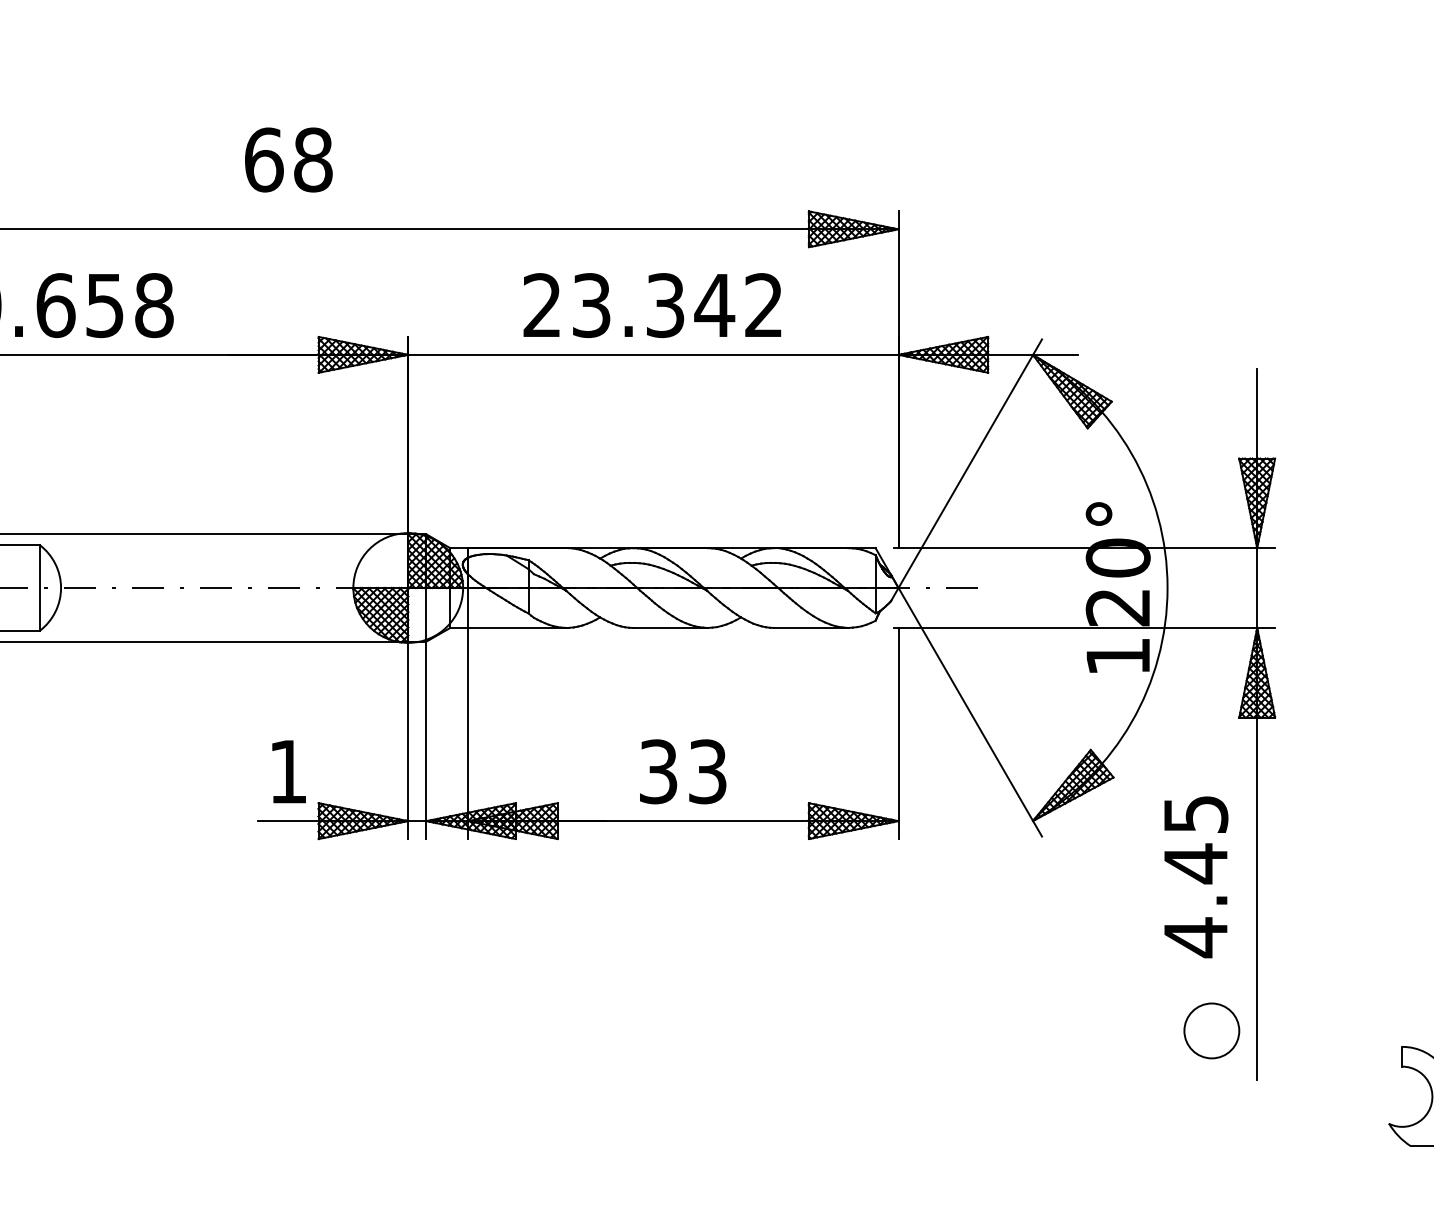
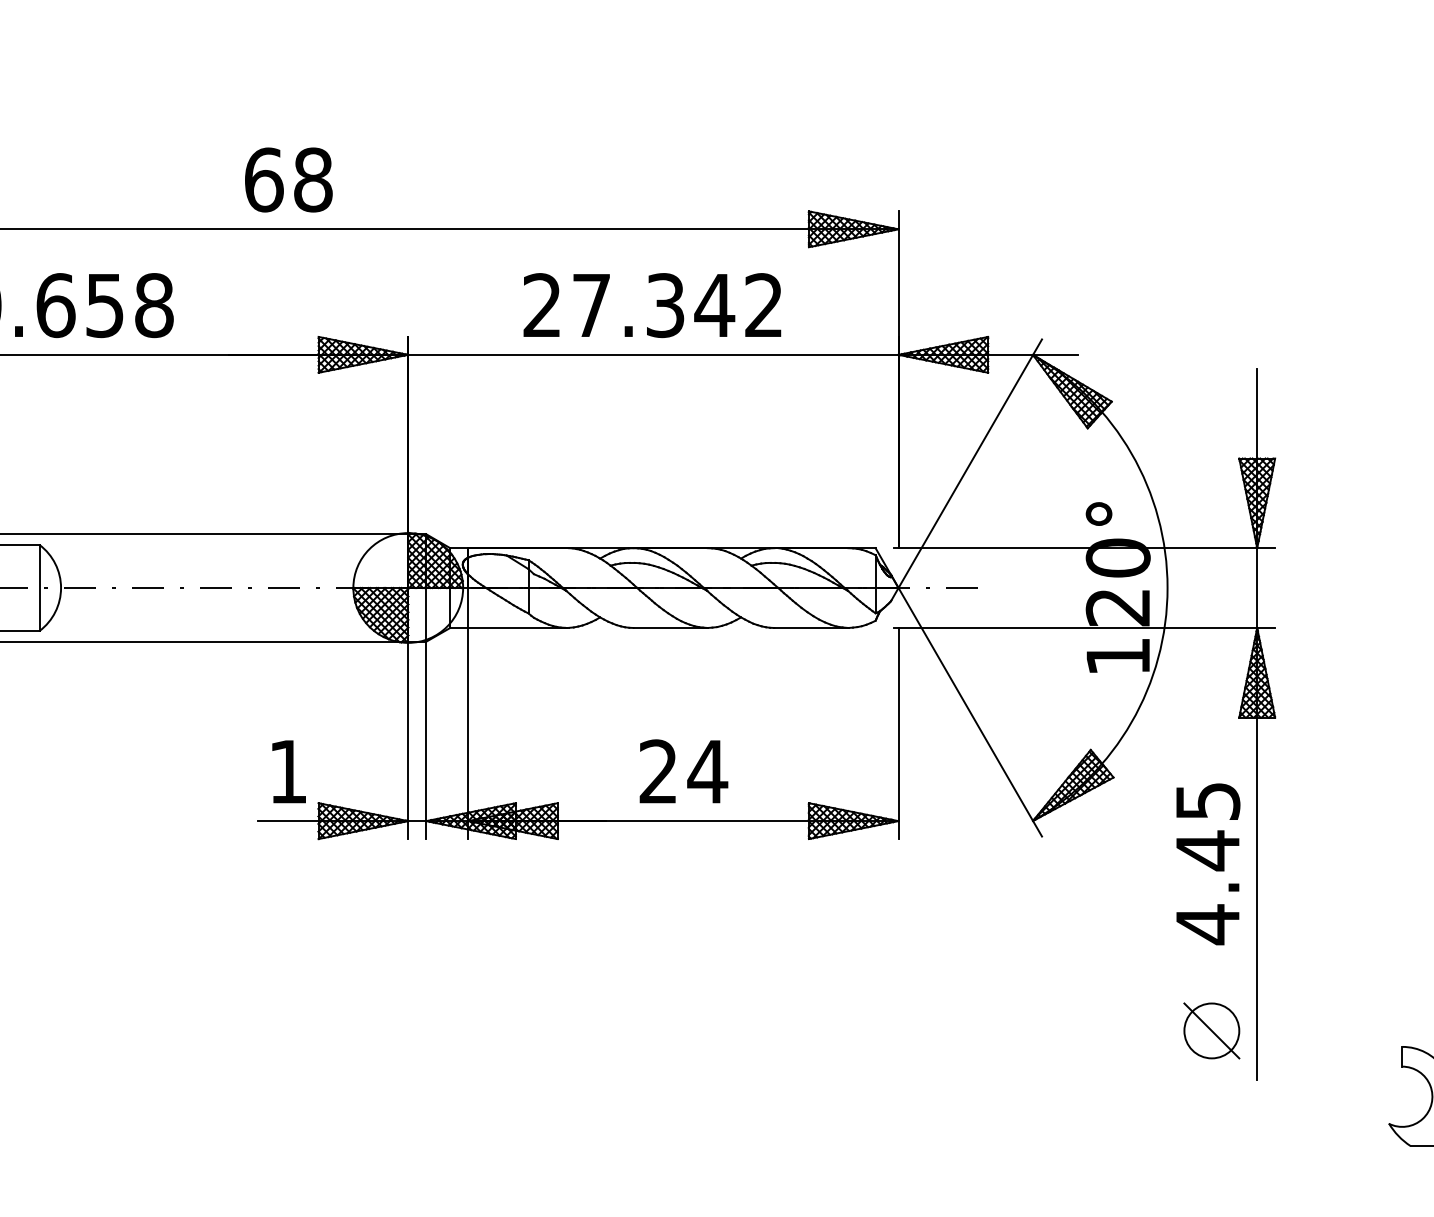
text at (288, 159) position: (288, 159) -> (288, 179)
text at (591, 305): 23.342 -> 27.342
text at (683, 771): 33 -> 24
text at (1196, 877) position: (1196, 877) -> (1208, 864)
line at (1211, 1030): none -> present
